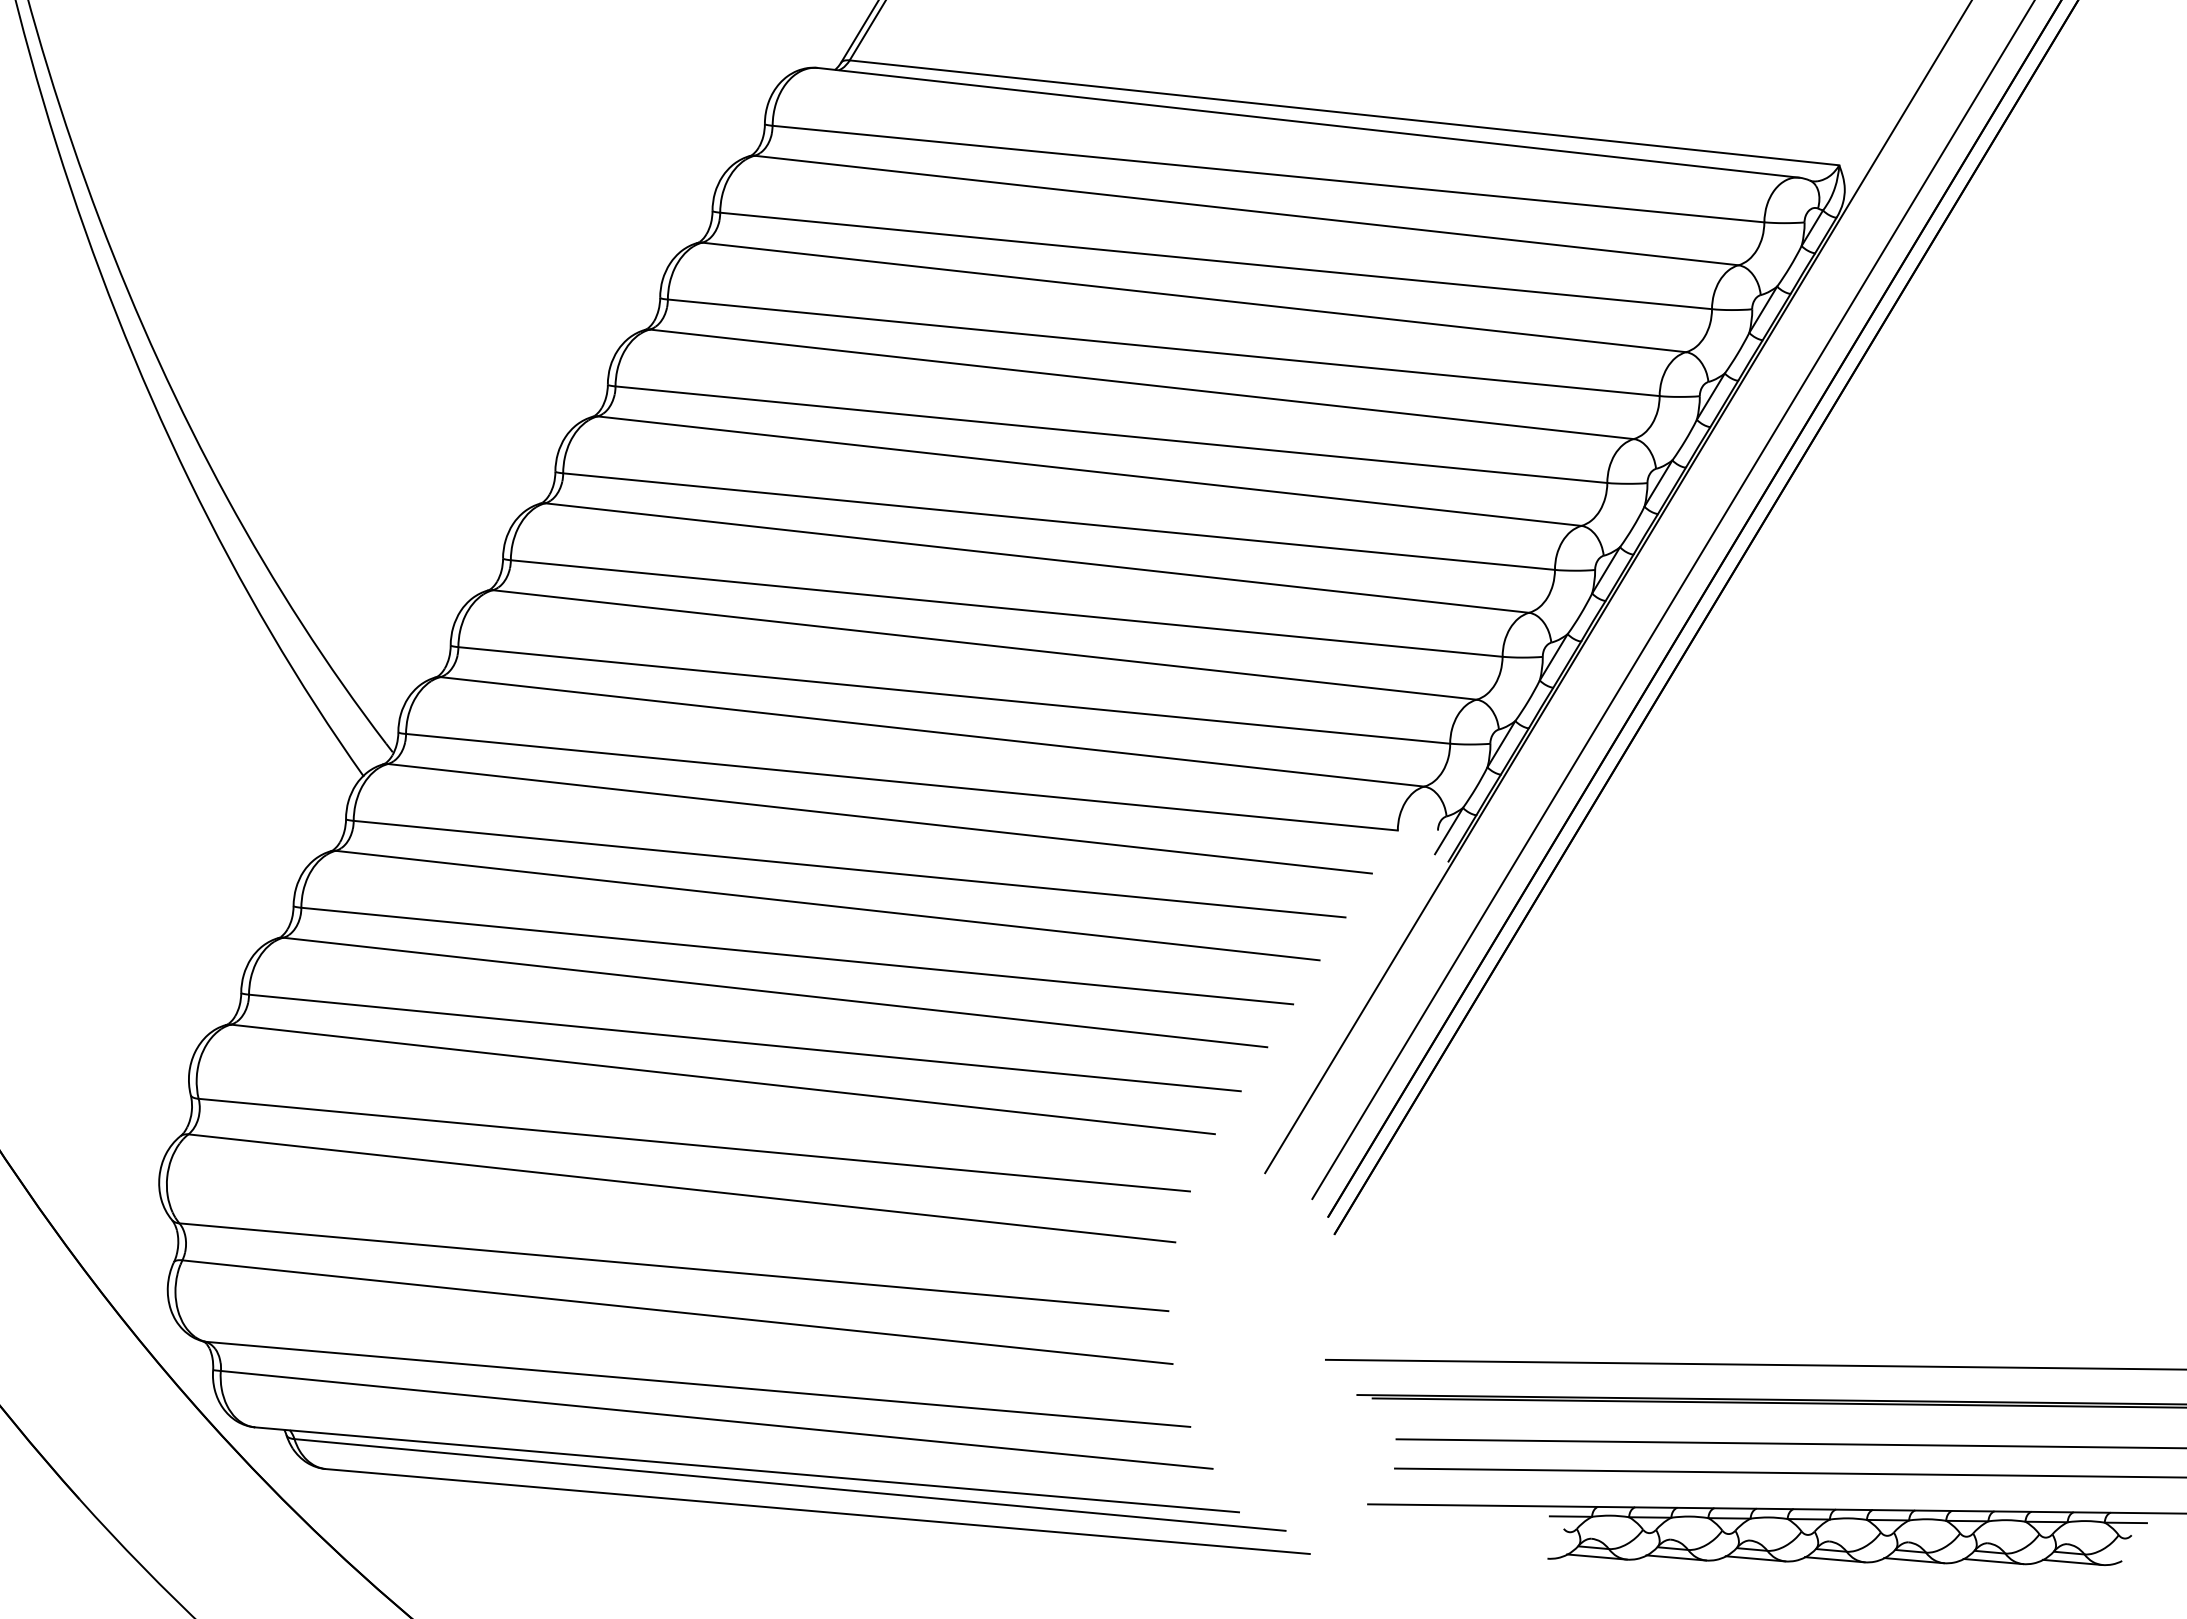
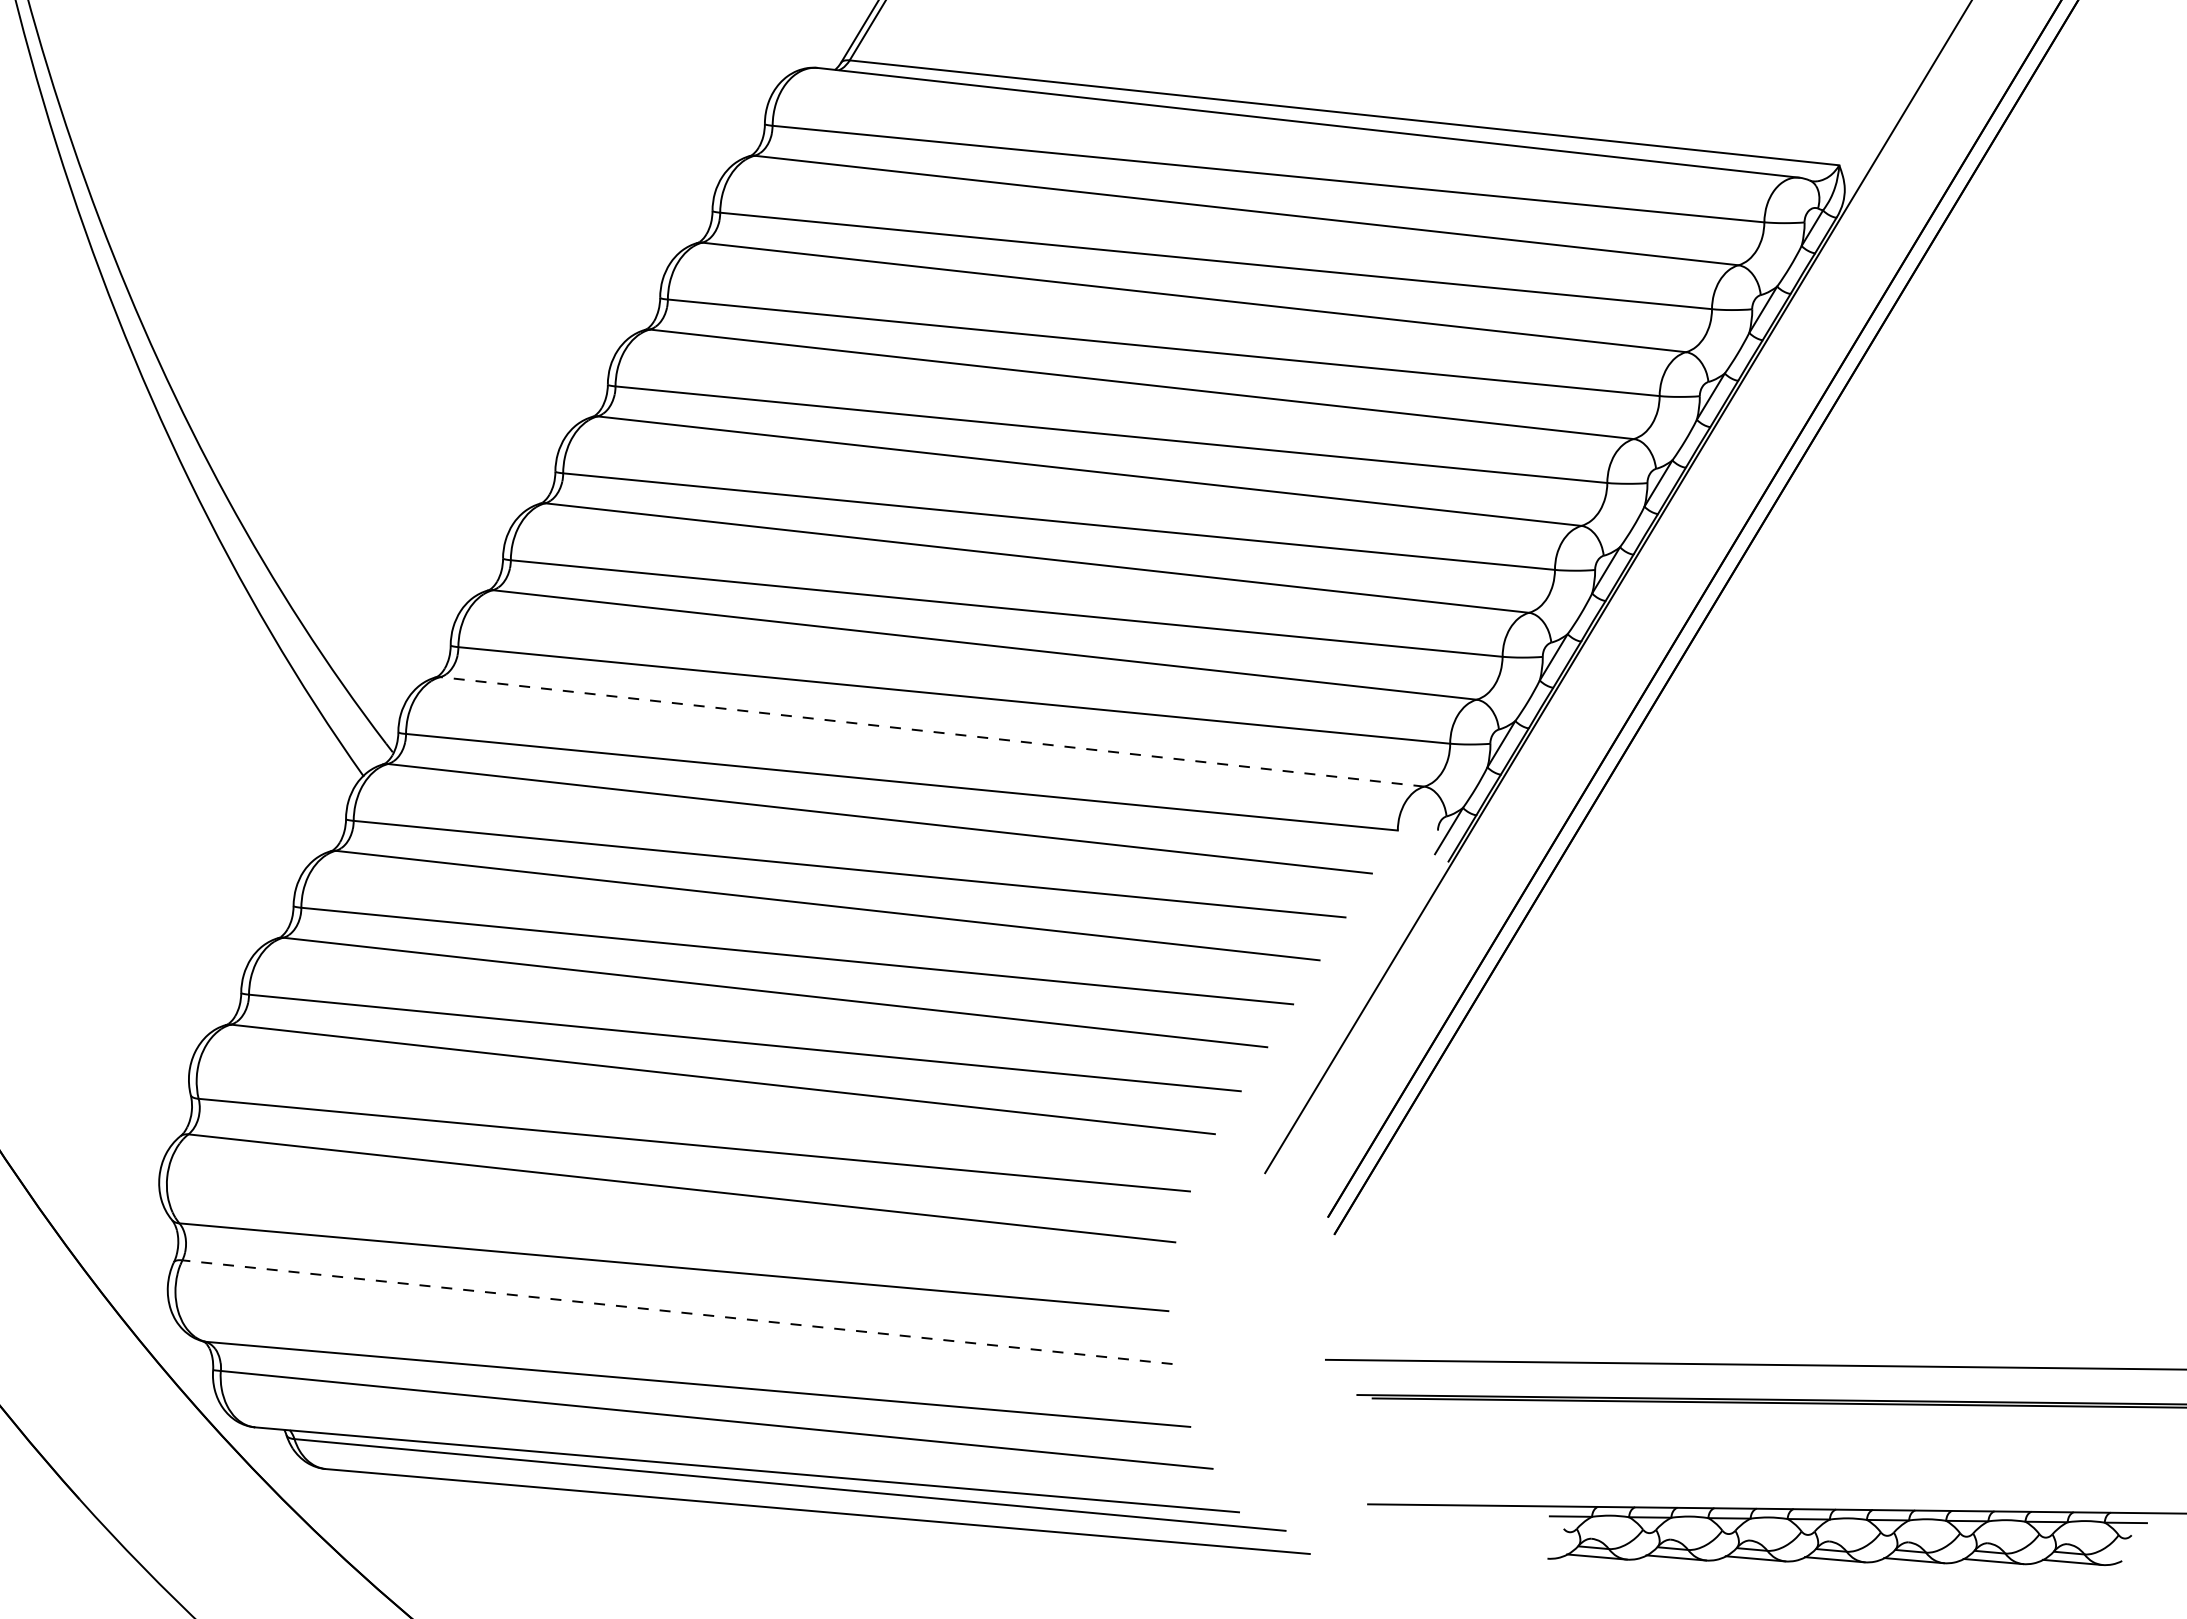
line at (1672, 600): present -> none
line at (931, 731): solid -> dashed
line at (677, 1312): solid -> dashed
line at (1789, 1443): present -> none
line at (1789, 1472): present -> none
